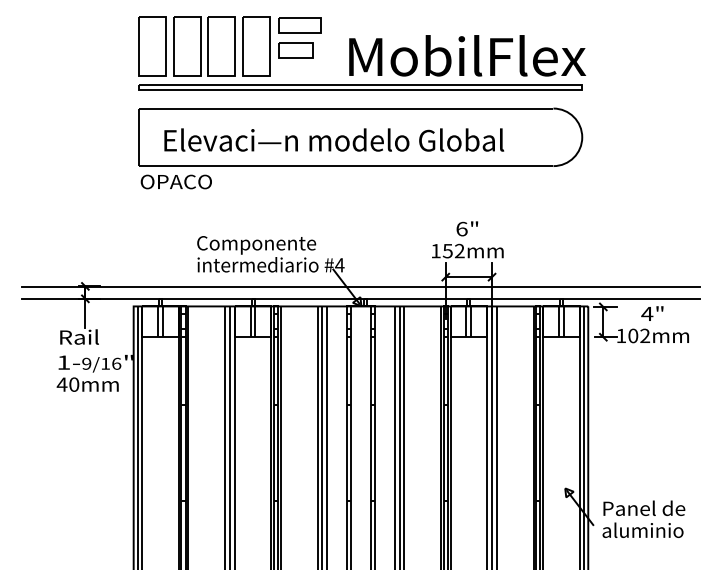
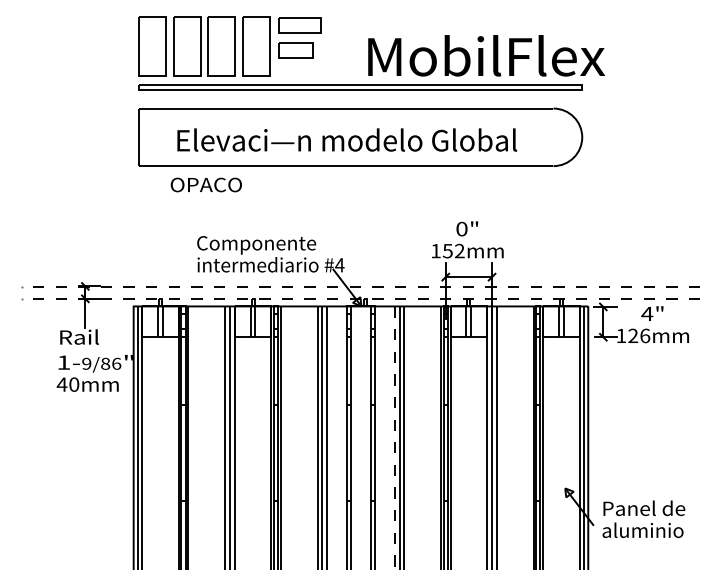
text at (467, 55) position: (467, 55) -> (486, 55)
text at (334, 139) position: (334, 139) -> (347, 139)
text at (175, 181) position: (175, 181) -> (205, 184)
text at (461, 228): 6" -> 0"
line at (360, 286): solid -> dashed
line at (360, 299): solid -> dashed
text at (639, 335): 102mm -> 126mm
text at (105, 363): 9/16 -> 9/86
line at (394, 438): solid -> dashed
